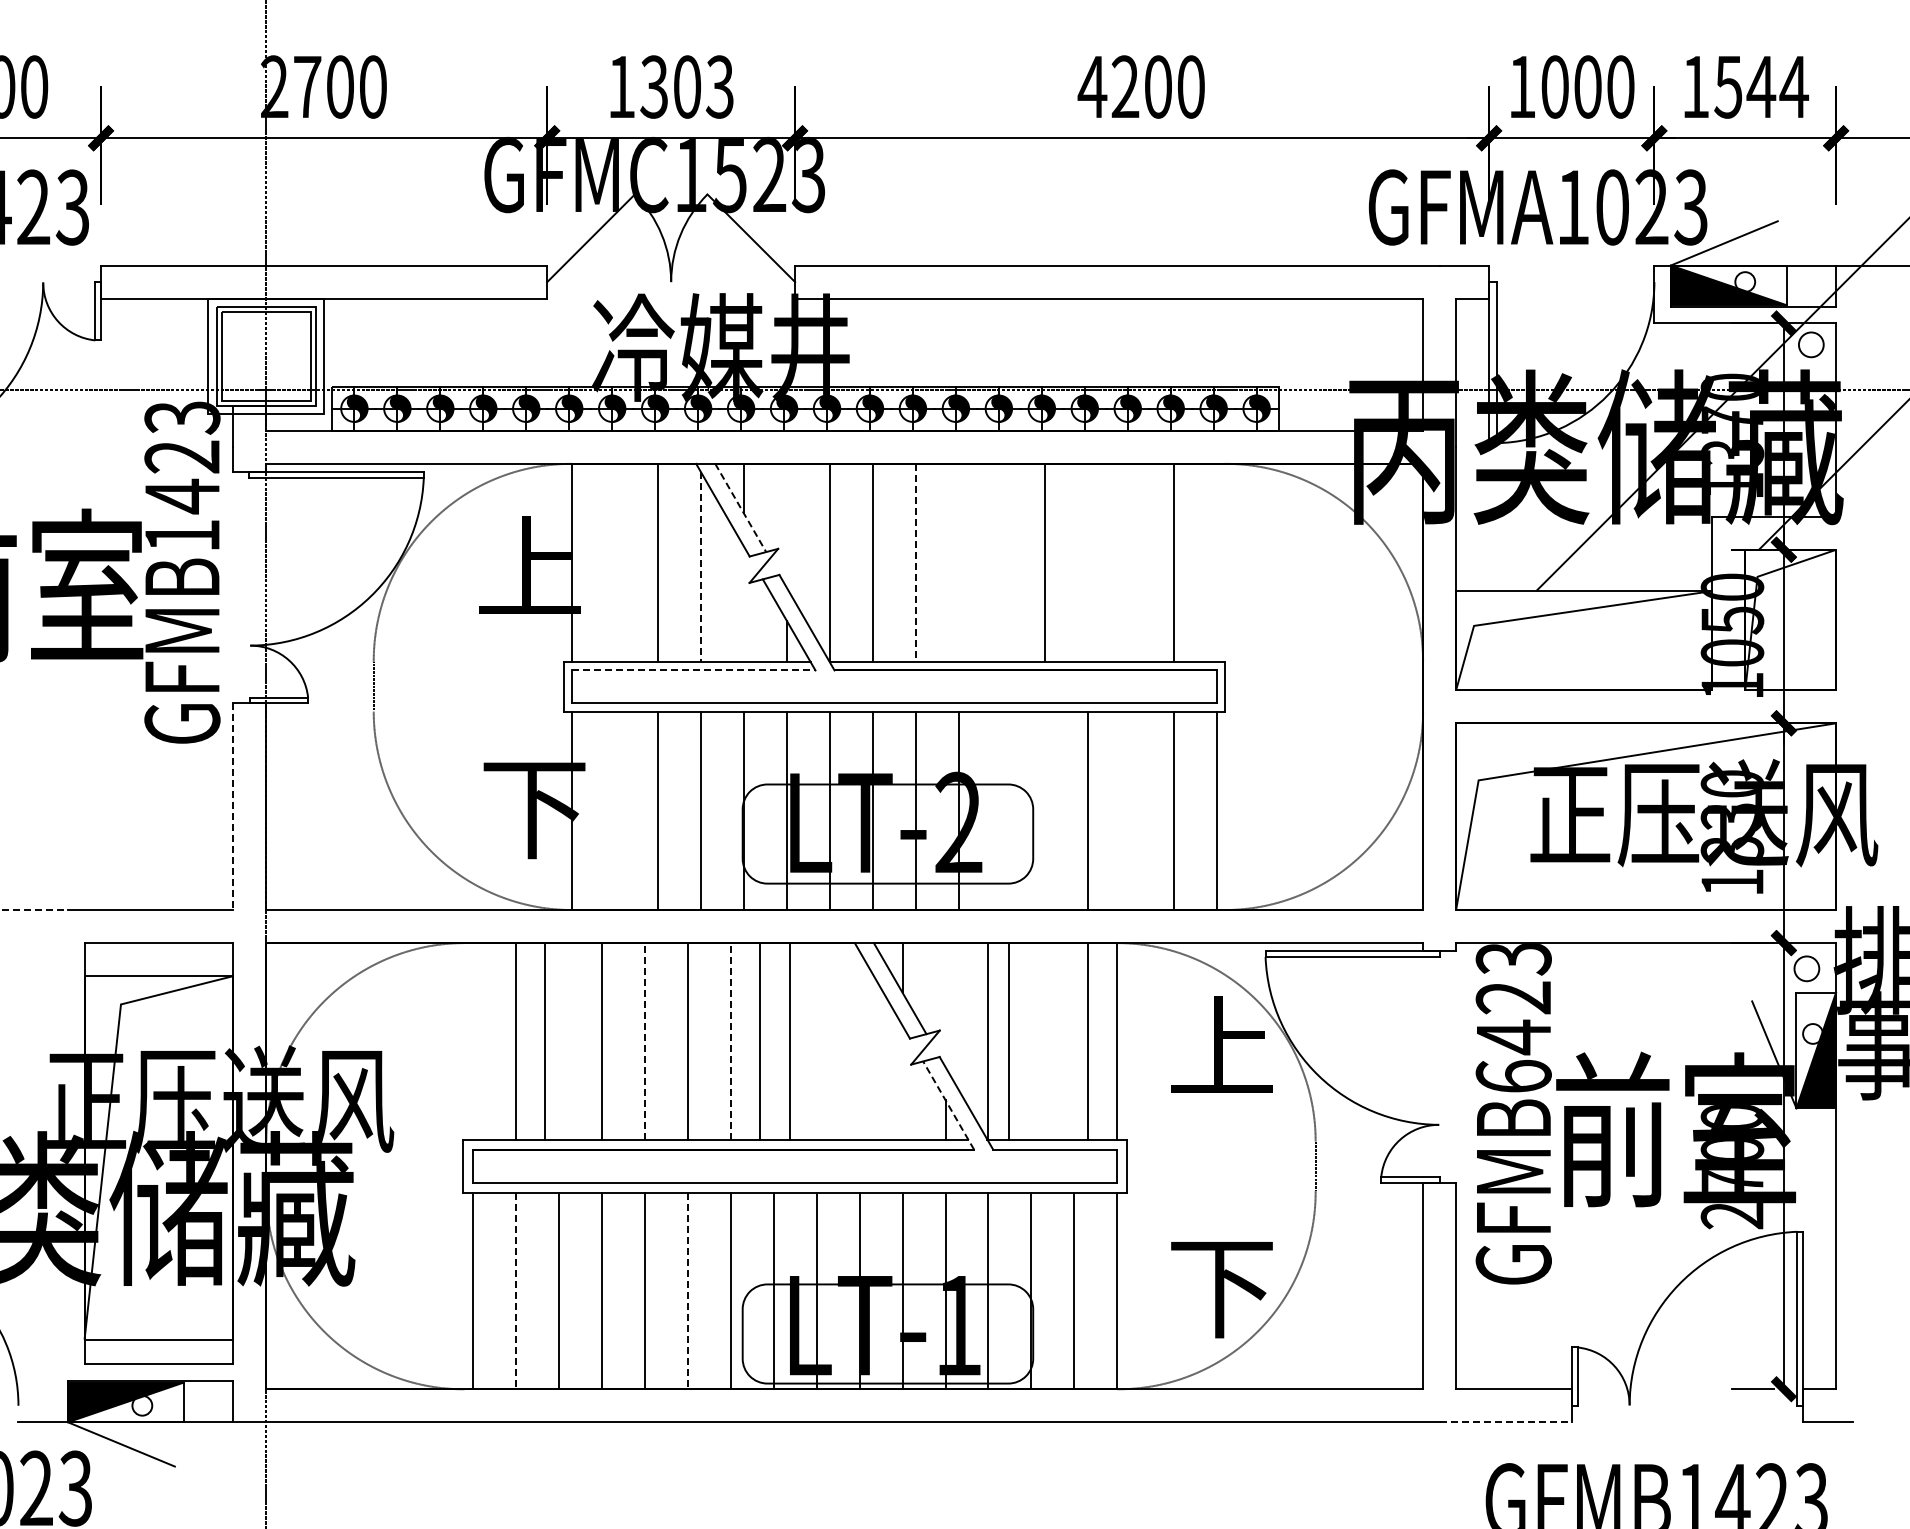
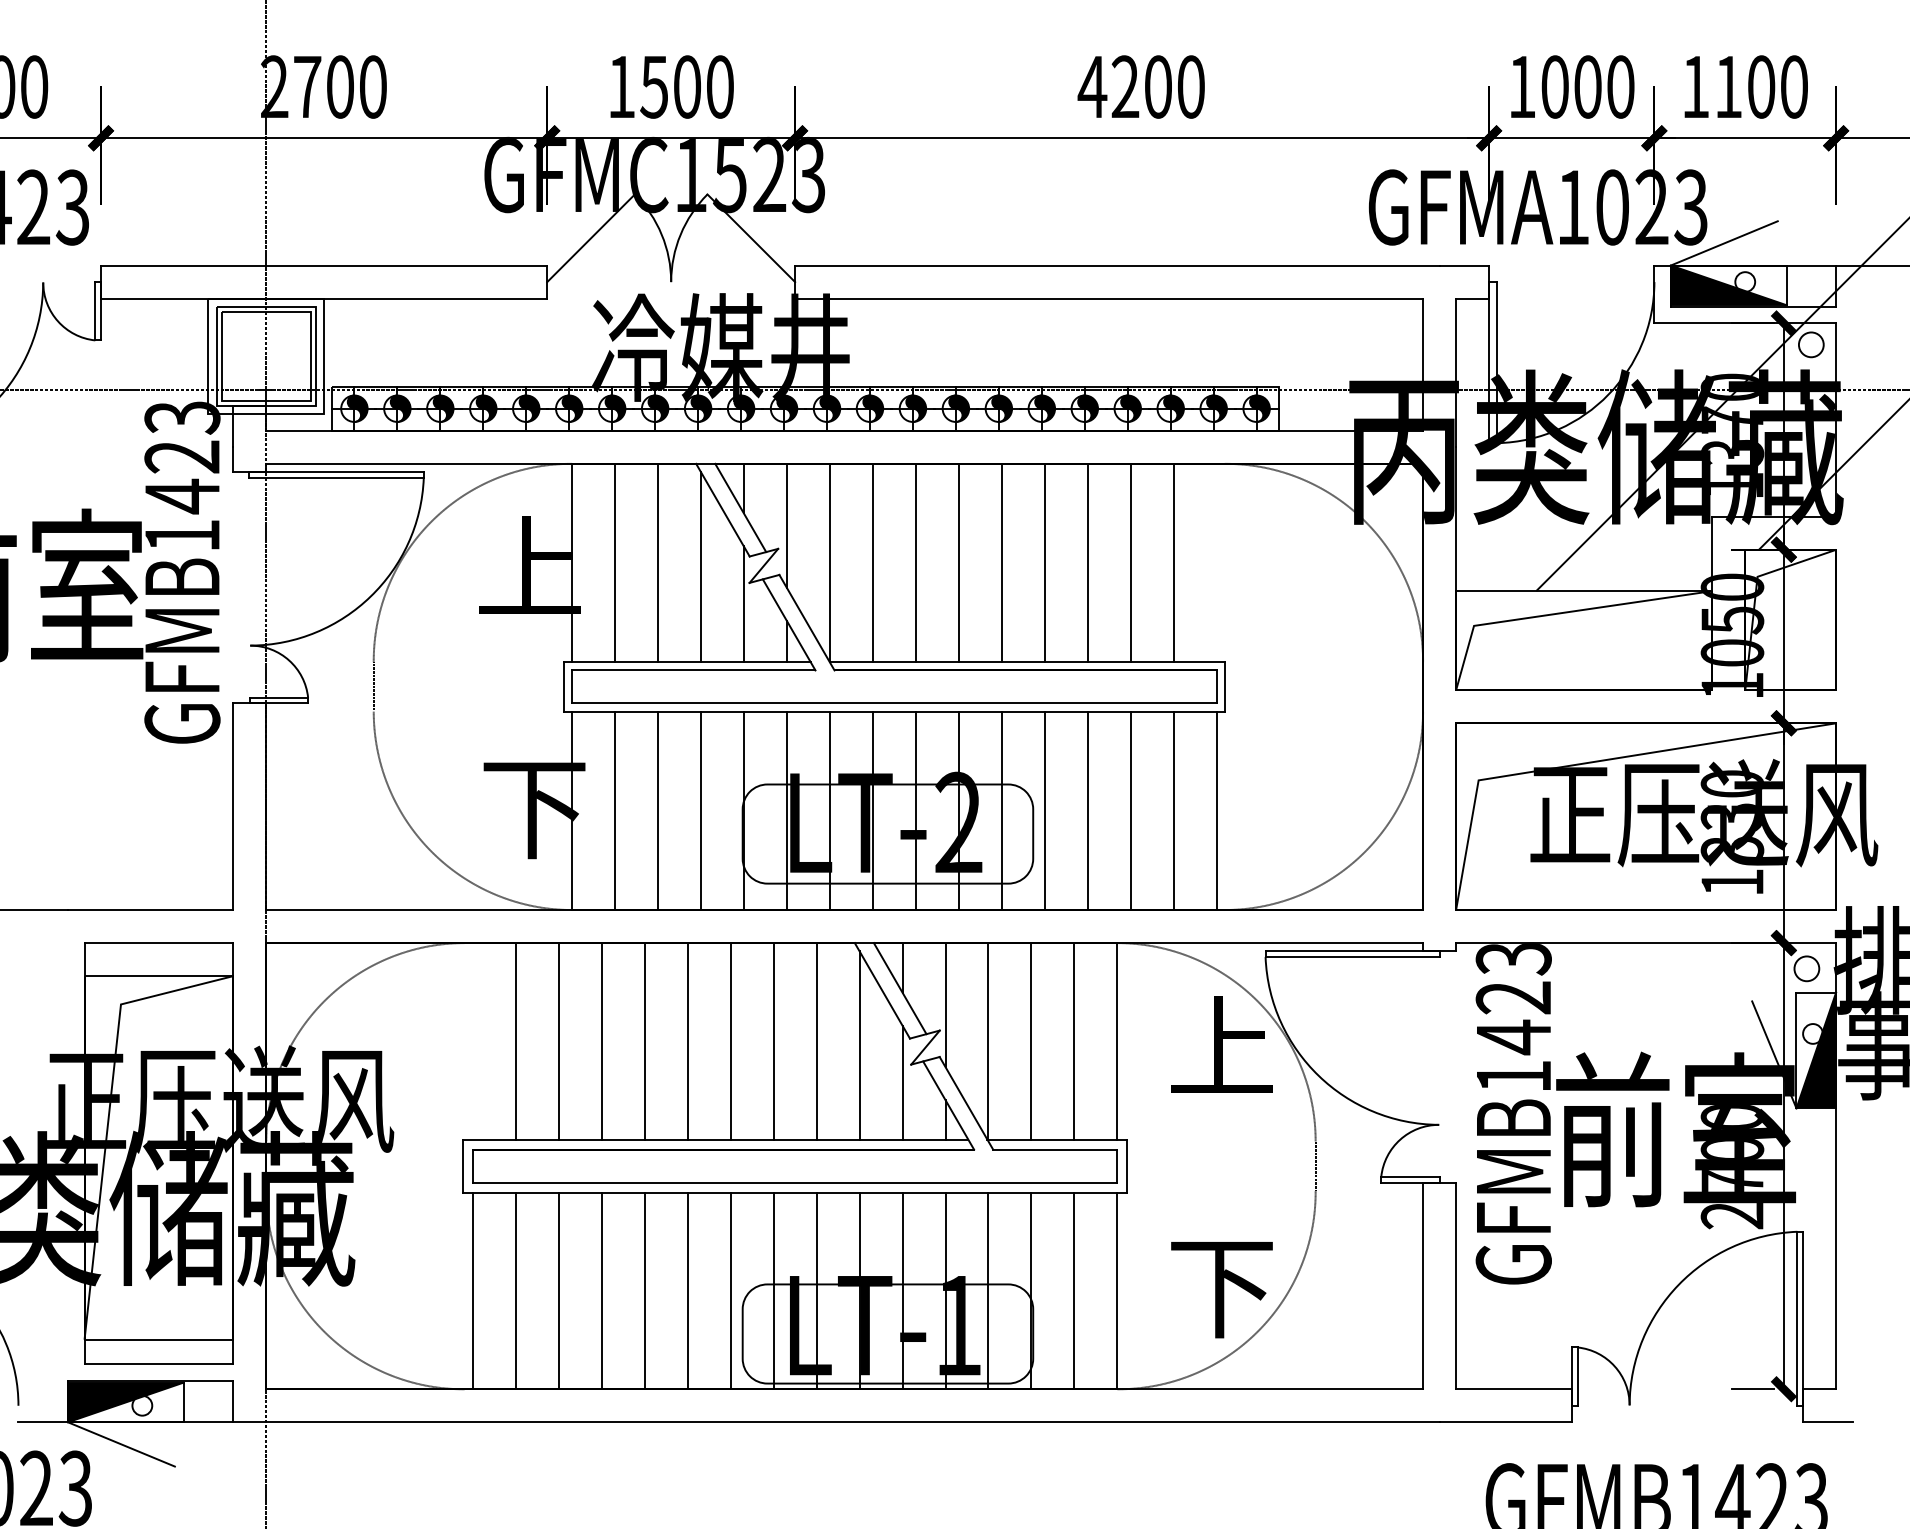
text at (686, 86): 1303 -> 1500
text at (1761, 86): 1544 -> 1100
line at (740, 507): dashed -> solid
line at (786, 525): none -> present
line at (615, 562): none -> present
line at (958, 562): none -> present
line at (1001, 562): none -> present
line at (1087, 562): none -> present
line at (1130, 562): none -> present
line at (915, 563): dashed -> solid
line at (700, 567): dashed -> solid
line at (743, 604): none -> present
line at (693, 670): dashed -> solid
line at (233, 807): dashed -> solid
line at (615, 810): none -> present
line at (1001, 810): none -> present
line at (1044, 810): none -> present
line at (1130, 810): none -> present
line at (34, 910): dashed -> solid
line at (945, 1005): none -> present
line at (644, 1040): dashed -> solid
line at (730, 1040): dashed -> solid
line at (544, 1041) position: (544, 1041) -> (558, 1041)
line at (759, 1041) position: (759, 1041) -> (773, 1041)
line at (789, 1041) position: (789, 1041) -> (816, 1041)
line at (1009, 1041) position: (1009, 1041) -> (1031, 1041)
line at (1088, 1041) position: (1088, 1041) -> (1074, 1041)
line at (859, 1045): none -> present
text at (1513, 1076): GFMB6423 -> GFMB1423
line at (902, 1082): none -> present
line at (948, 1105): dashed -> solid
line at (515, 1291): dashed -> solid
line at (687, 1291): dashed -> solid
line at (1506, 1422): dashed -> solid
